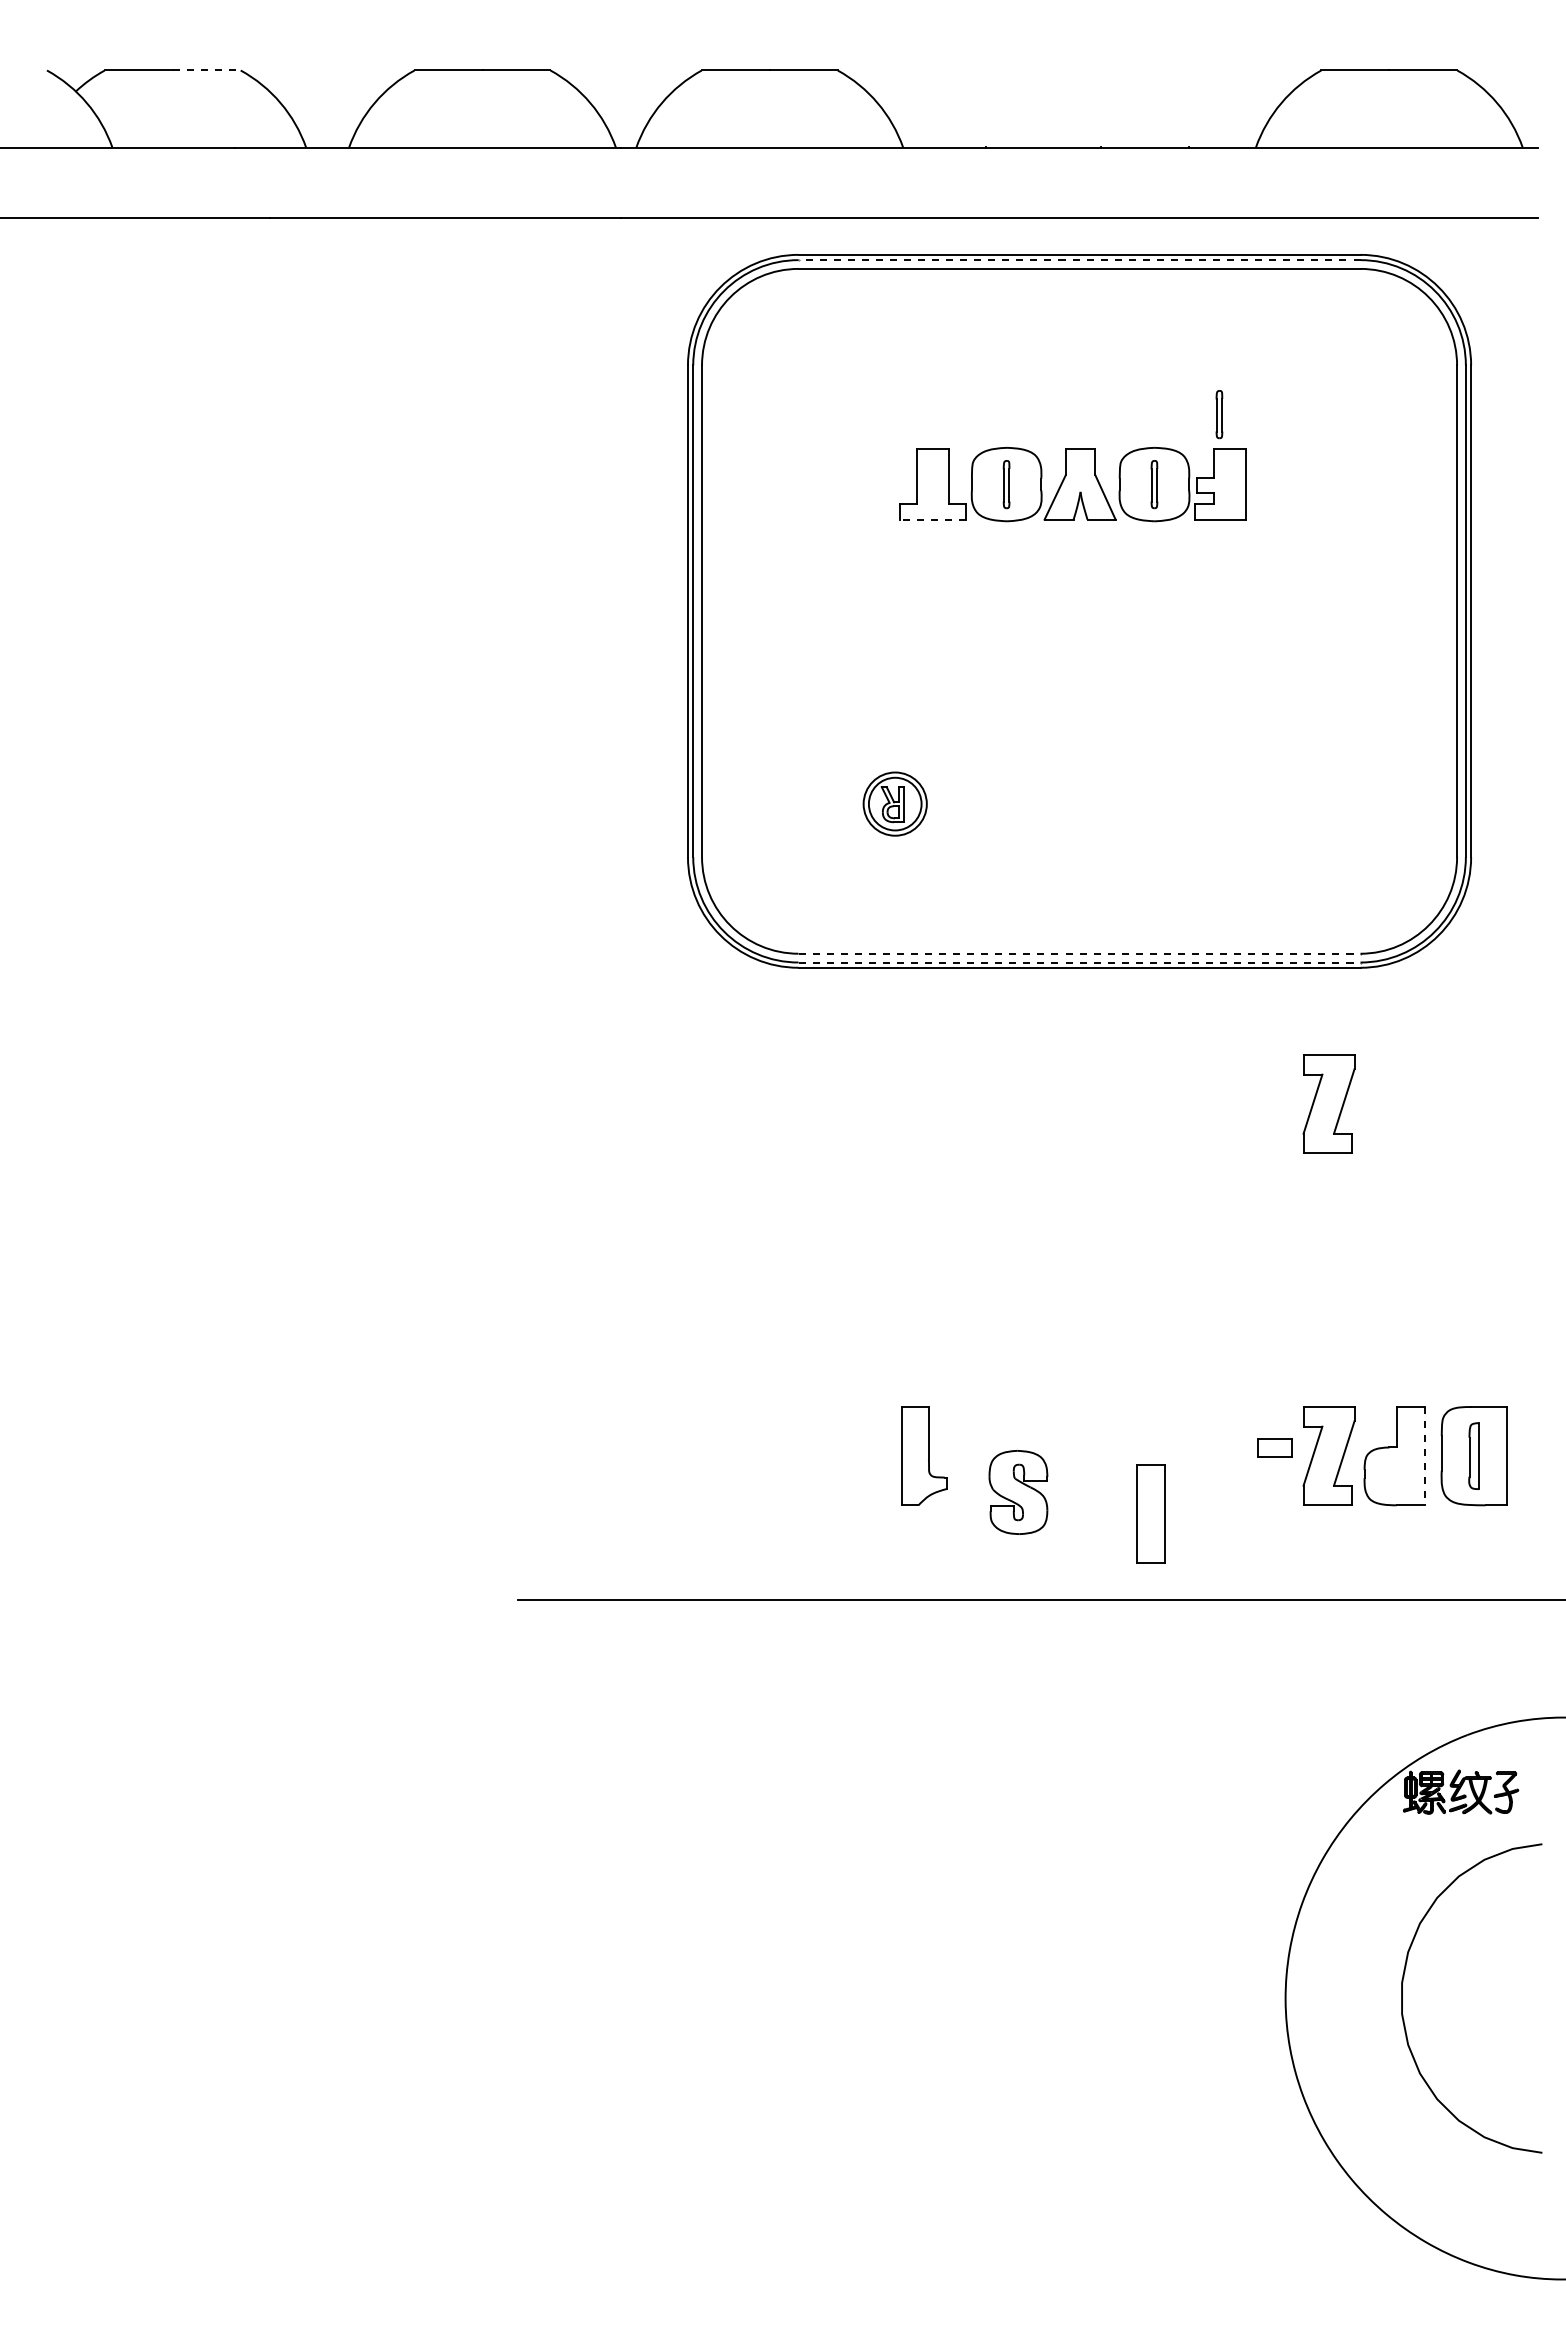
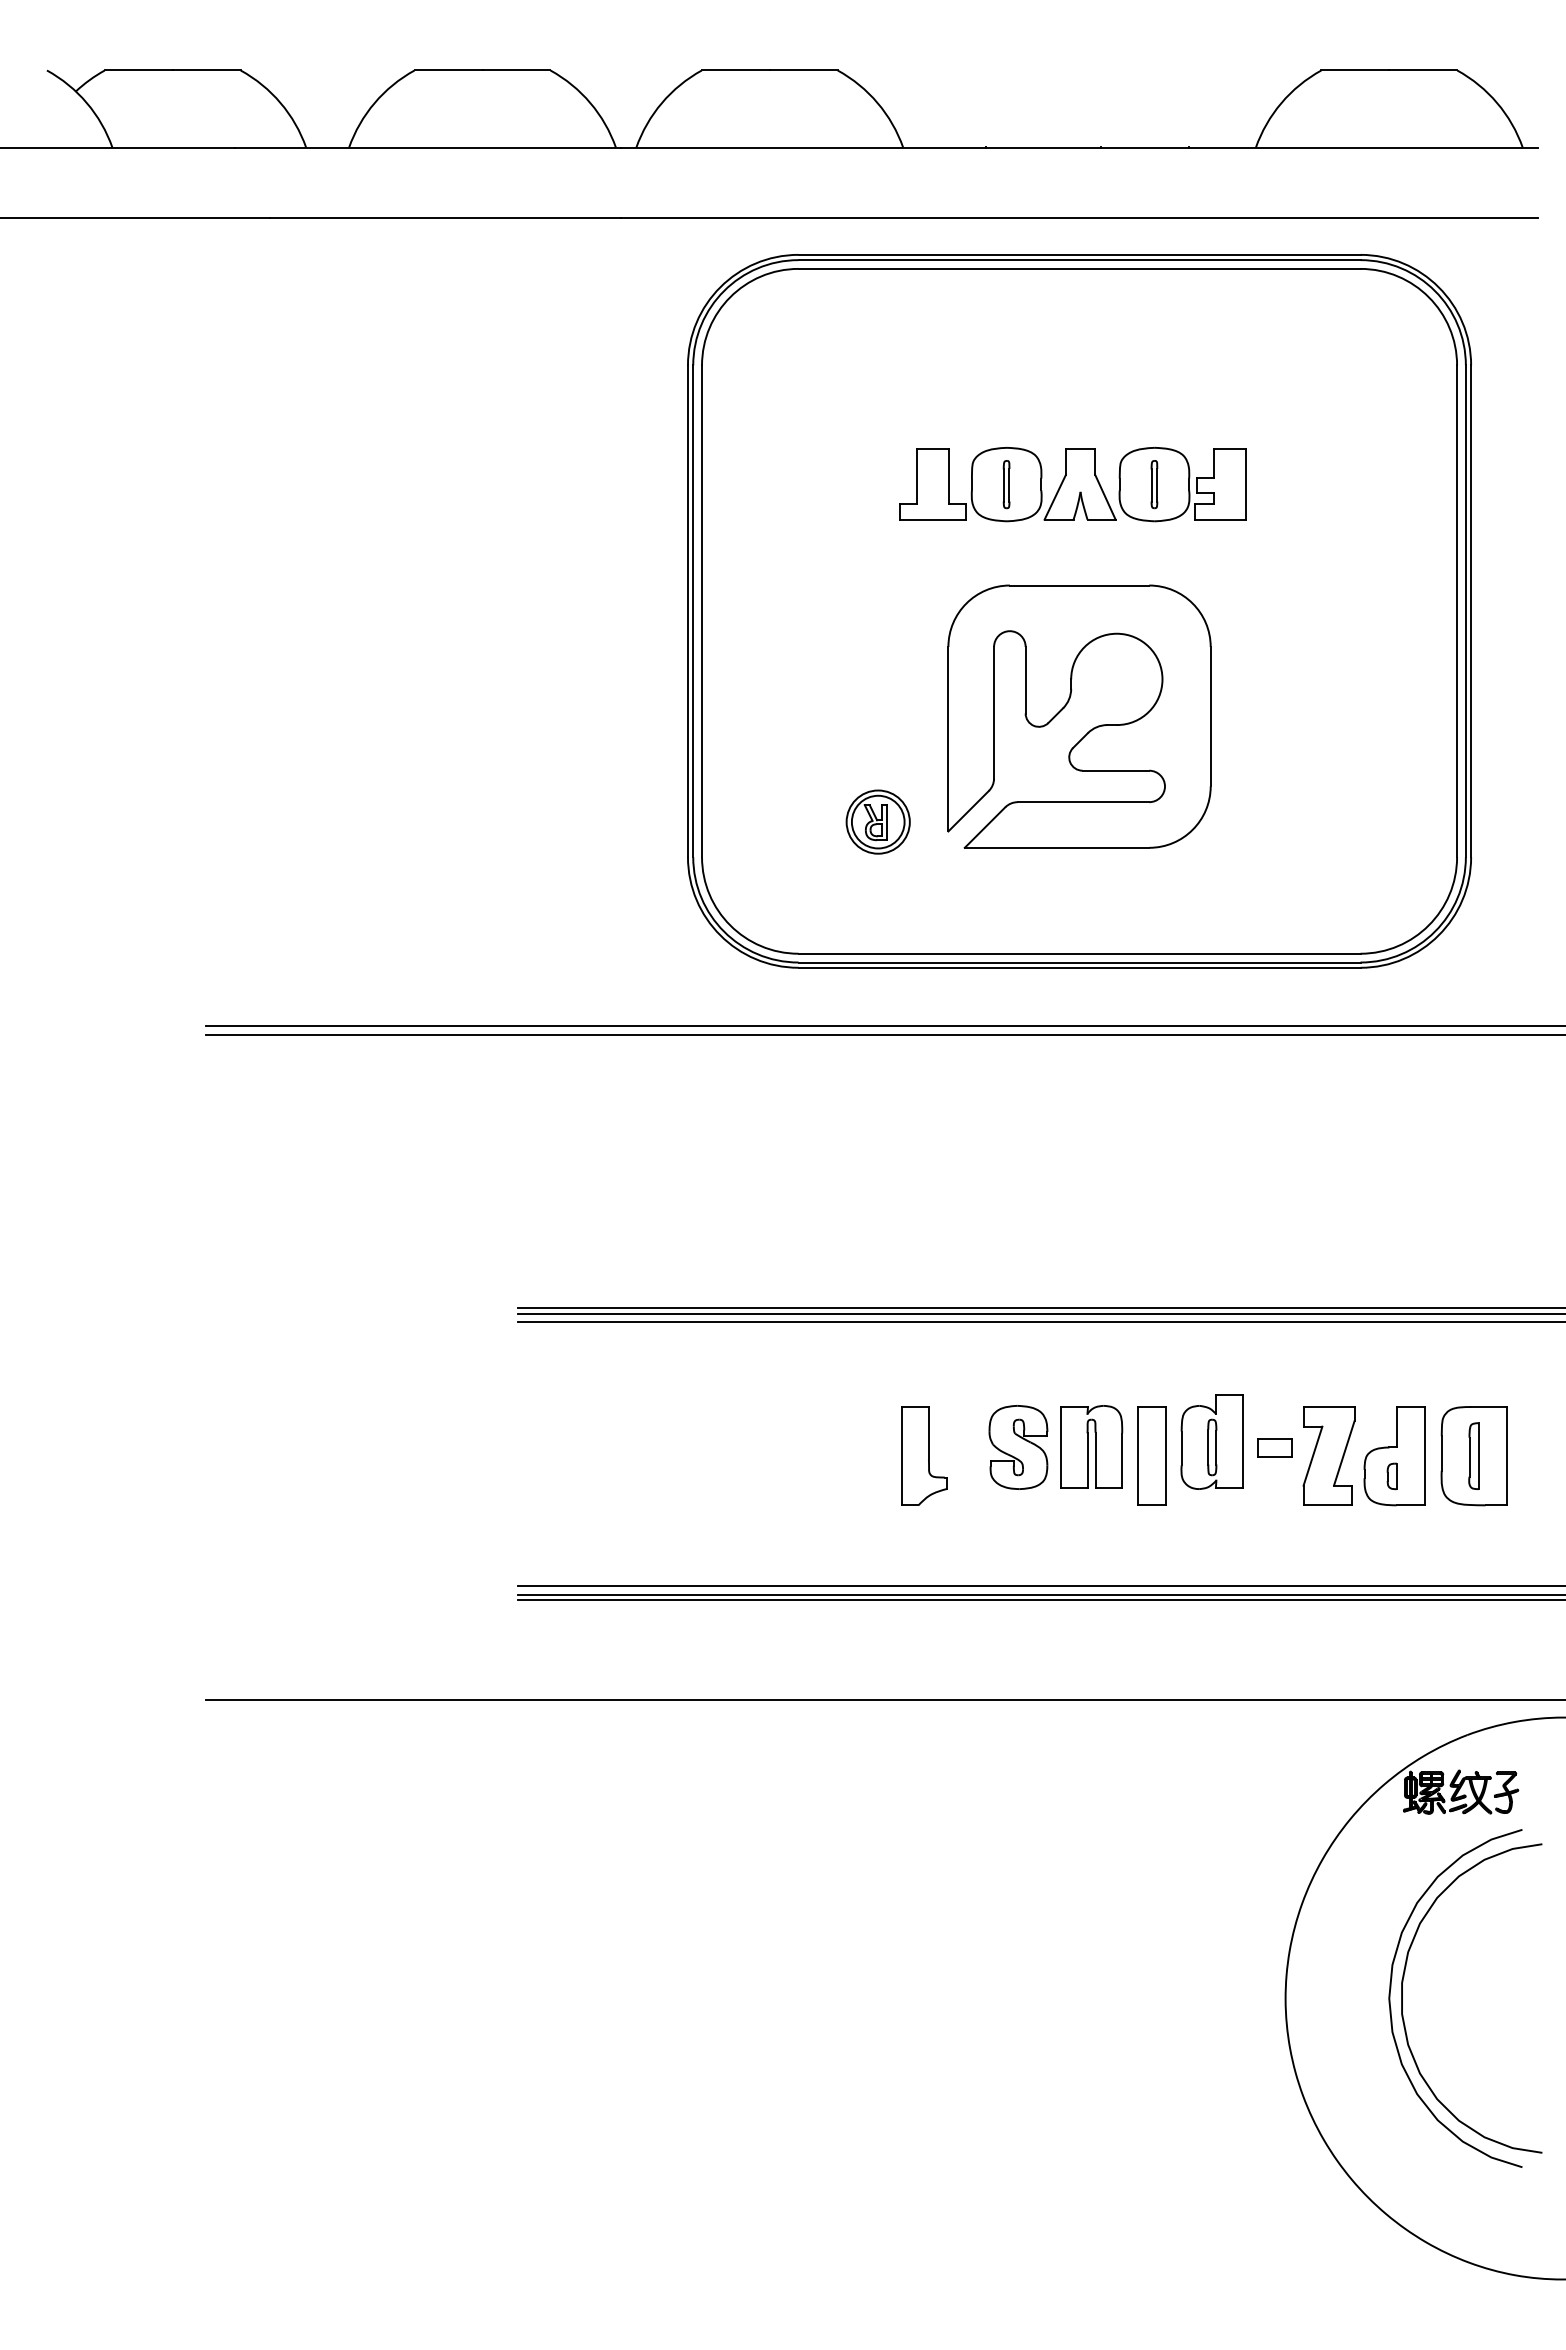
line at (206, 70): dashed -> solid
line at (1079, 260): dashed -> solid
part at (1219, 414): present -> none
line at (932, 519): dashed -> solid
part at (1065, 707): none -> present
part at (894, 803) position: (894, 803) -> (877, 821)
line at (1079, 953): dashed -> solid
line at (1079, 962): dashed -> solid
line at (883, 1025): none -> present
line at (883, 1034): none -> present
part at (1328, 1103): present -> none
line at (1039, 1308): none -> present
line at (1039, 1313): none -> present
line at (1039, 1322): none -> present
part at (1211, 1441): none -> present
part at (1091, 1446): none -> present
line at (1424, 1456): dashed -> solid
part at (1391, 1476): none -> present
part at (1018, 1492) position: (1018, 1492) -> (1018, 1447)
part at (1150, 1513) position: (1150, 1513) -> (1151, 1455)
line at (1039, 1585): none -> present
line at (1039, 1594): none -> present
line at (883, 1700): none -> present
curve at (1391, 1988): none -> present
